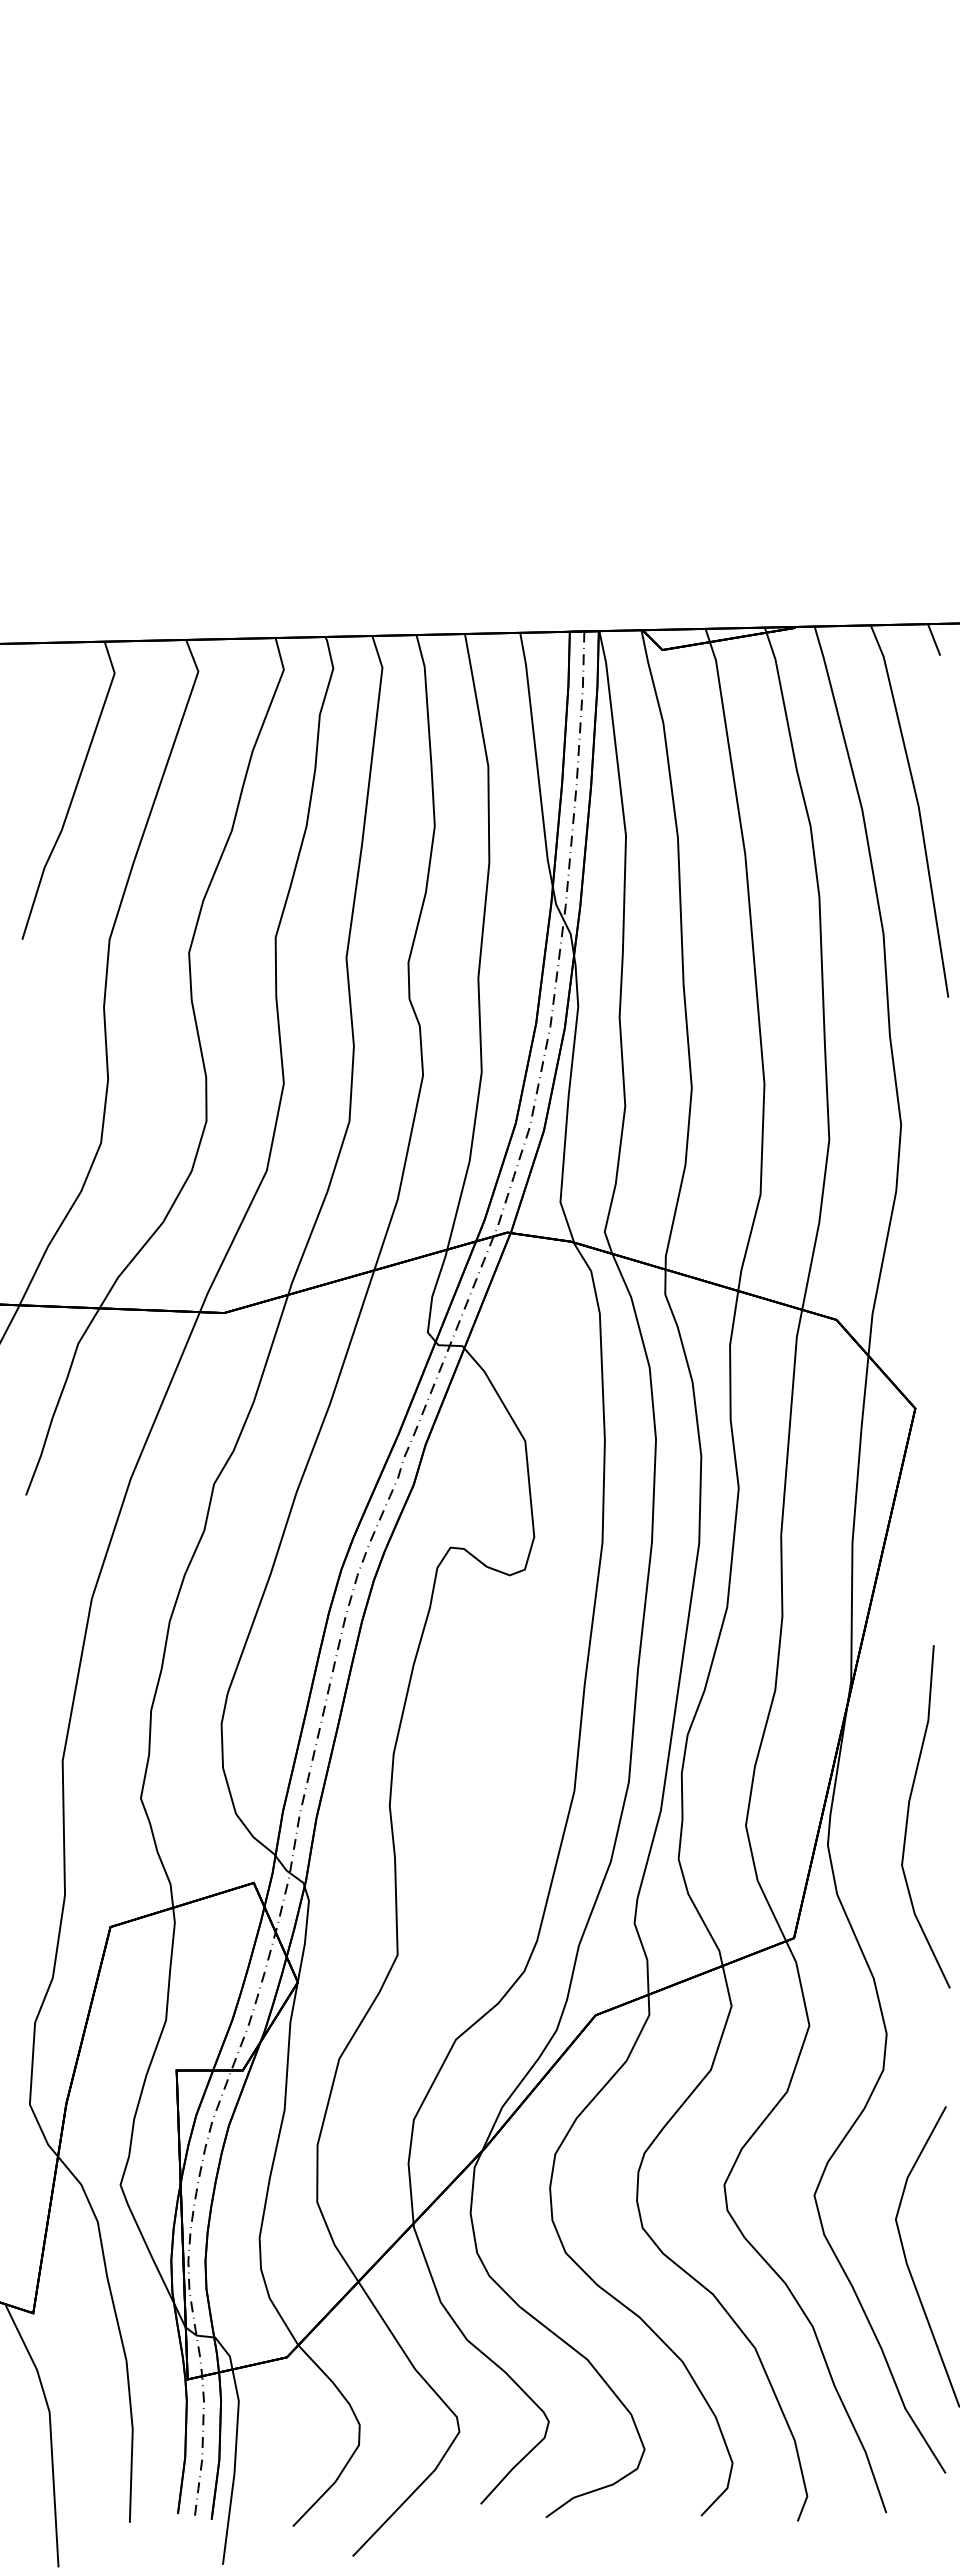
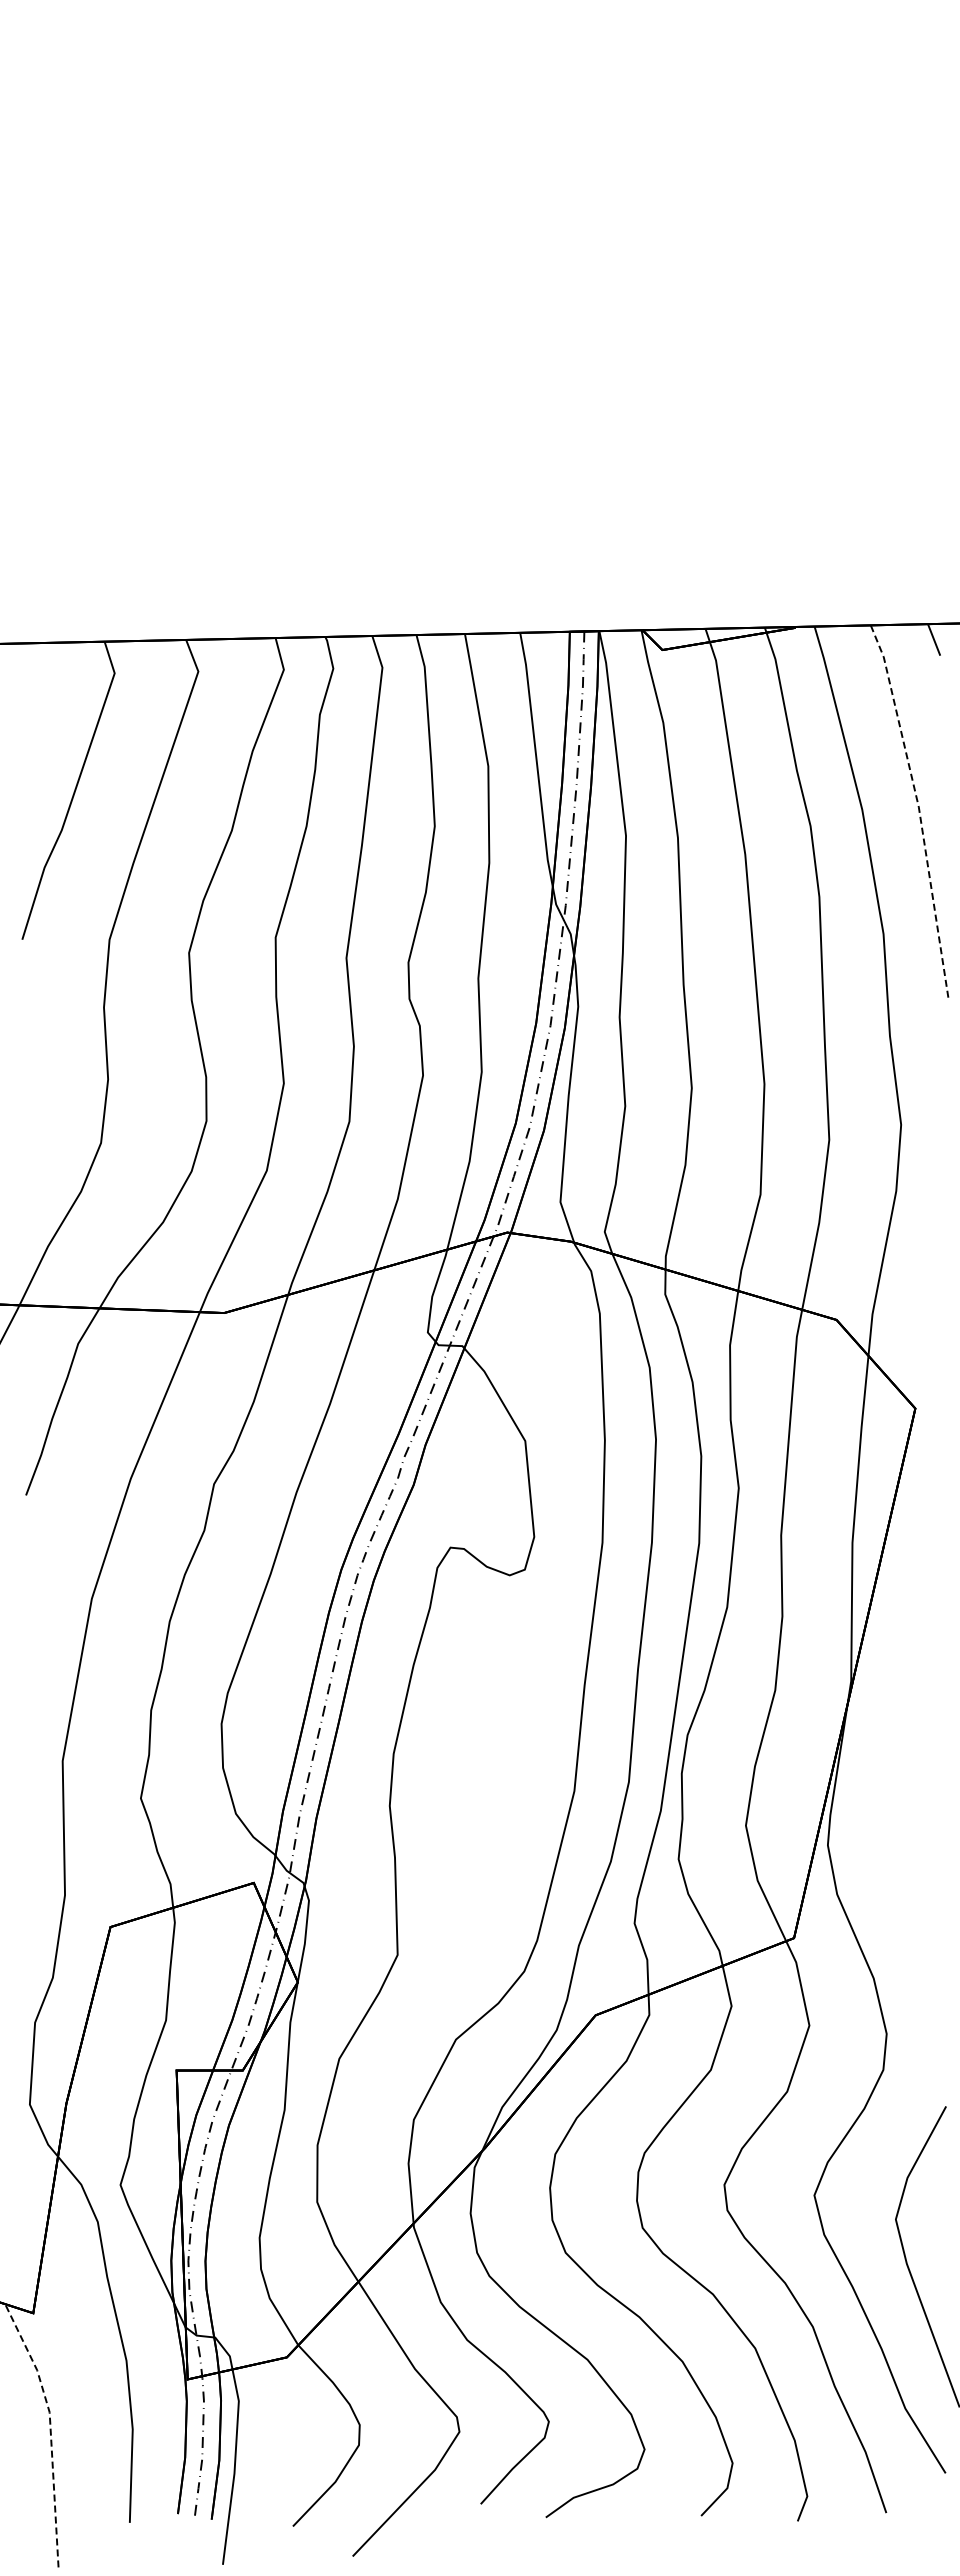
line at (918, 807): solid -> dashed
curve at (908, 1816): present -> none
line at (50, 2430): solid -> dashed
